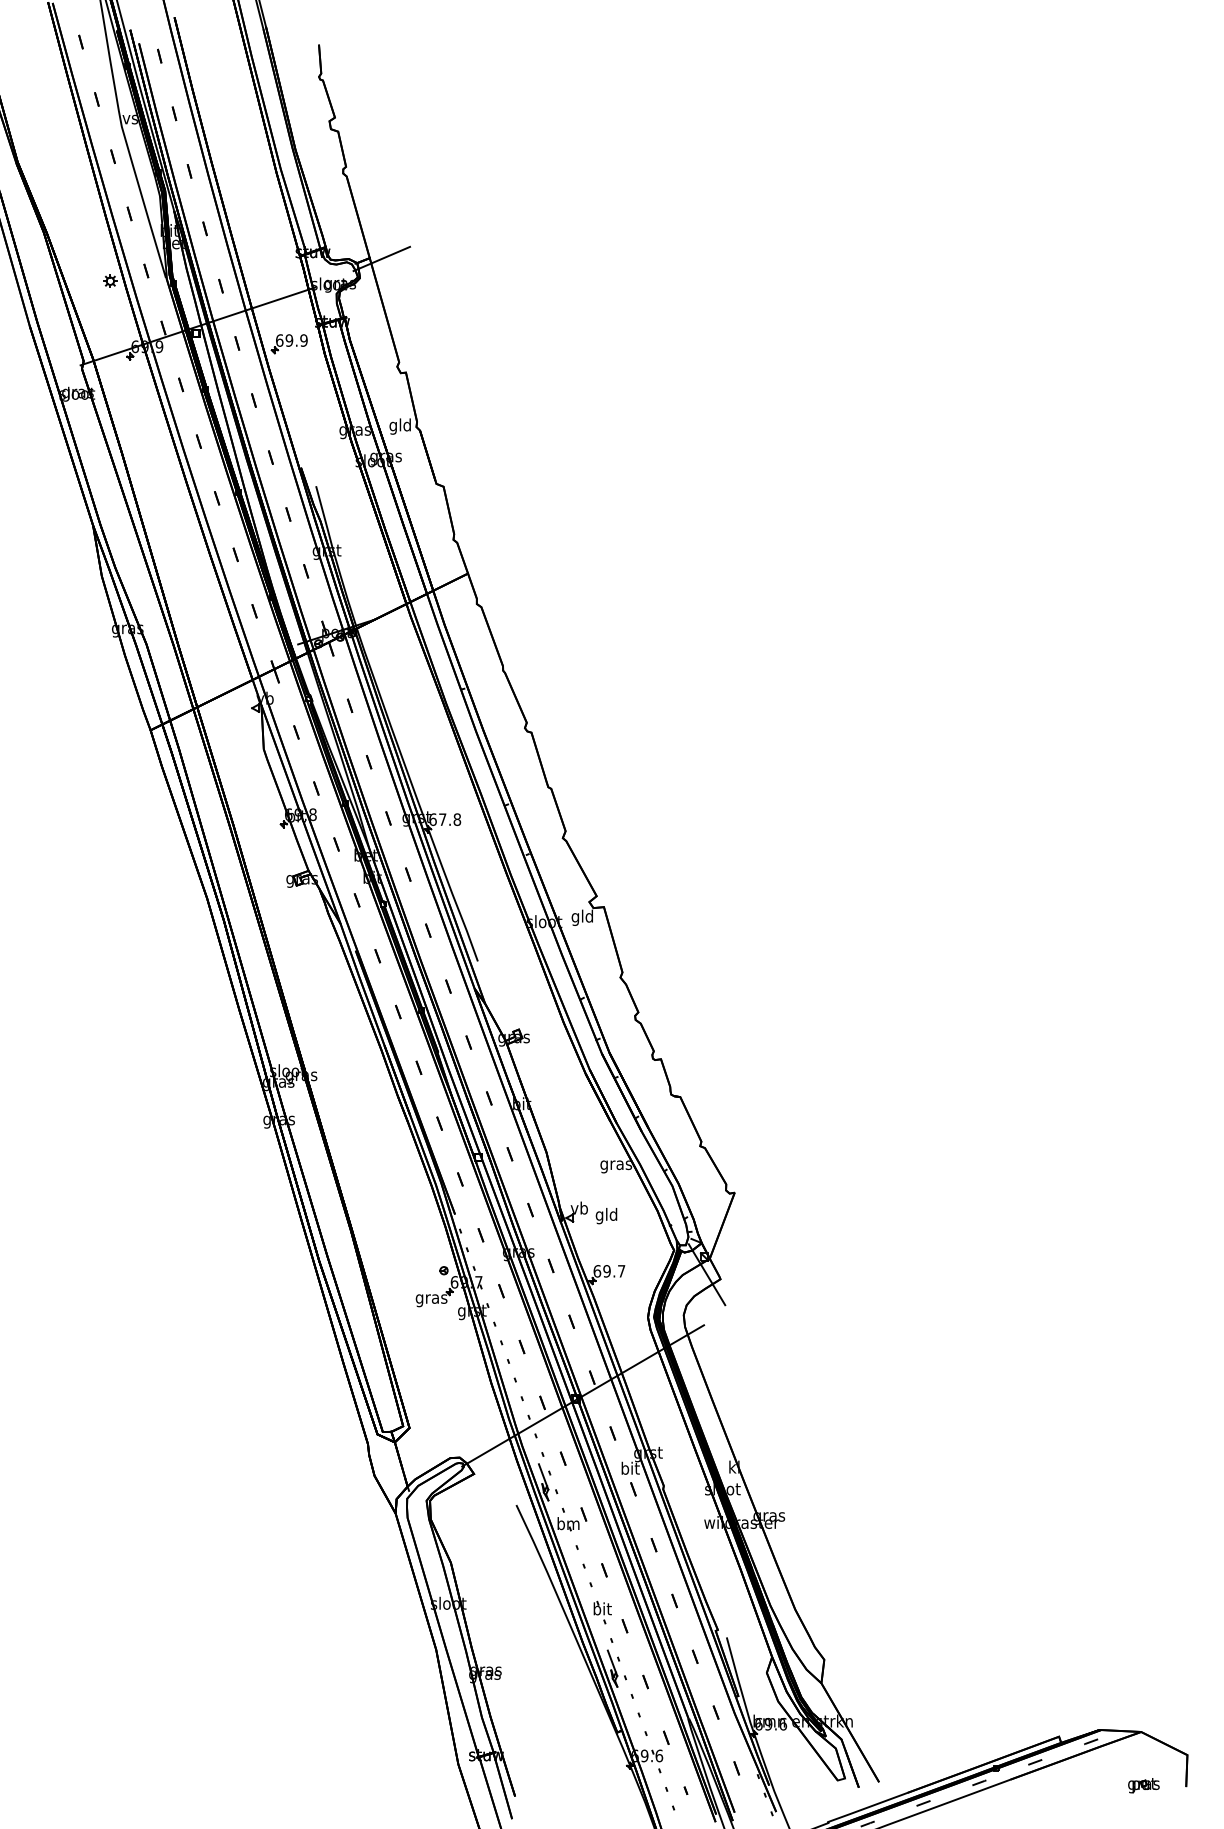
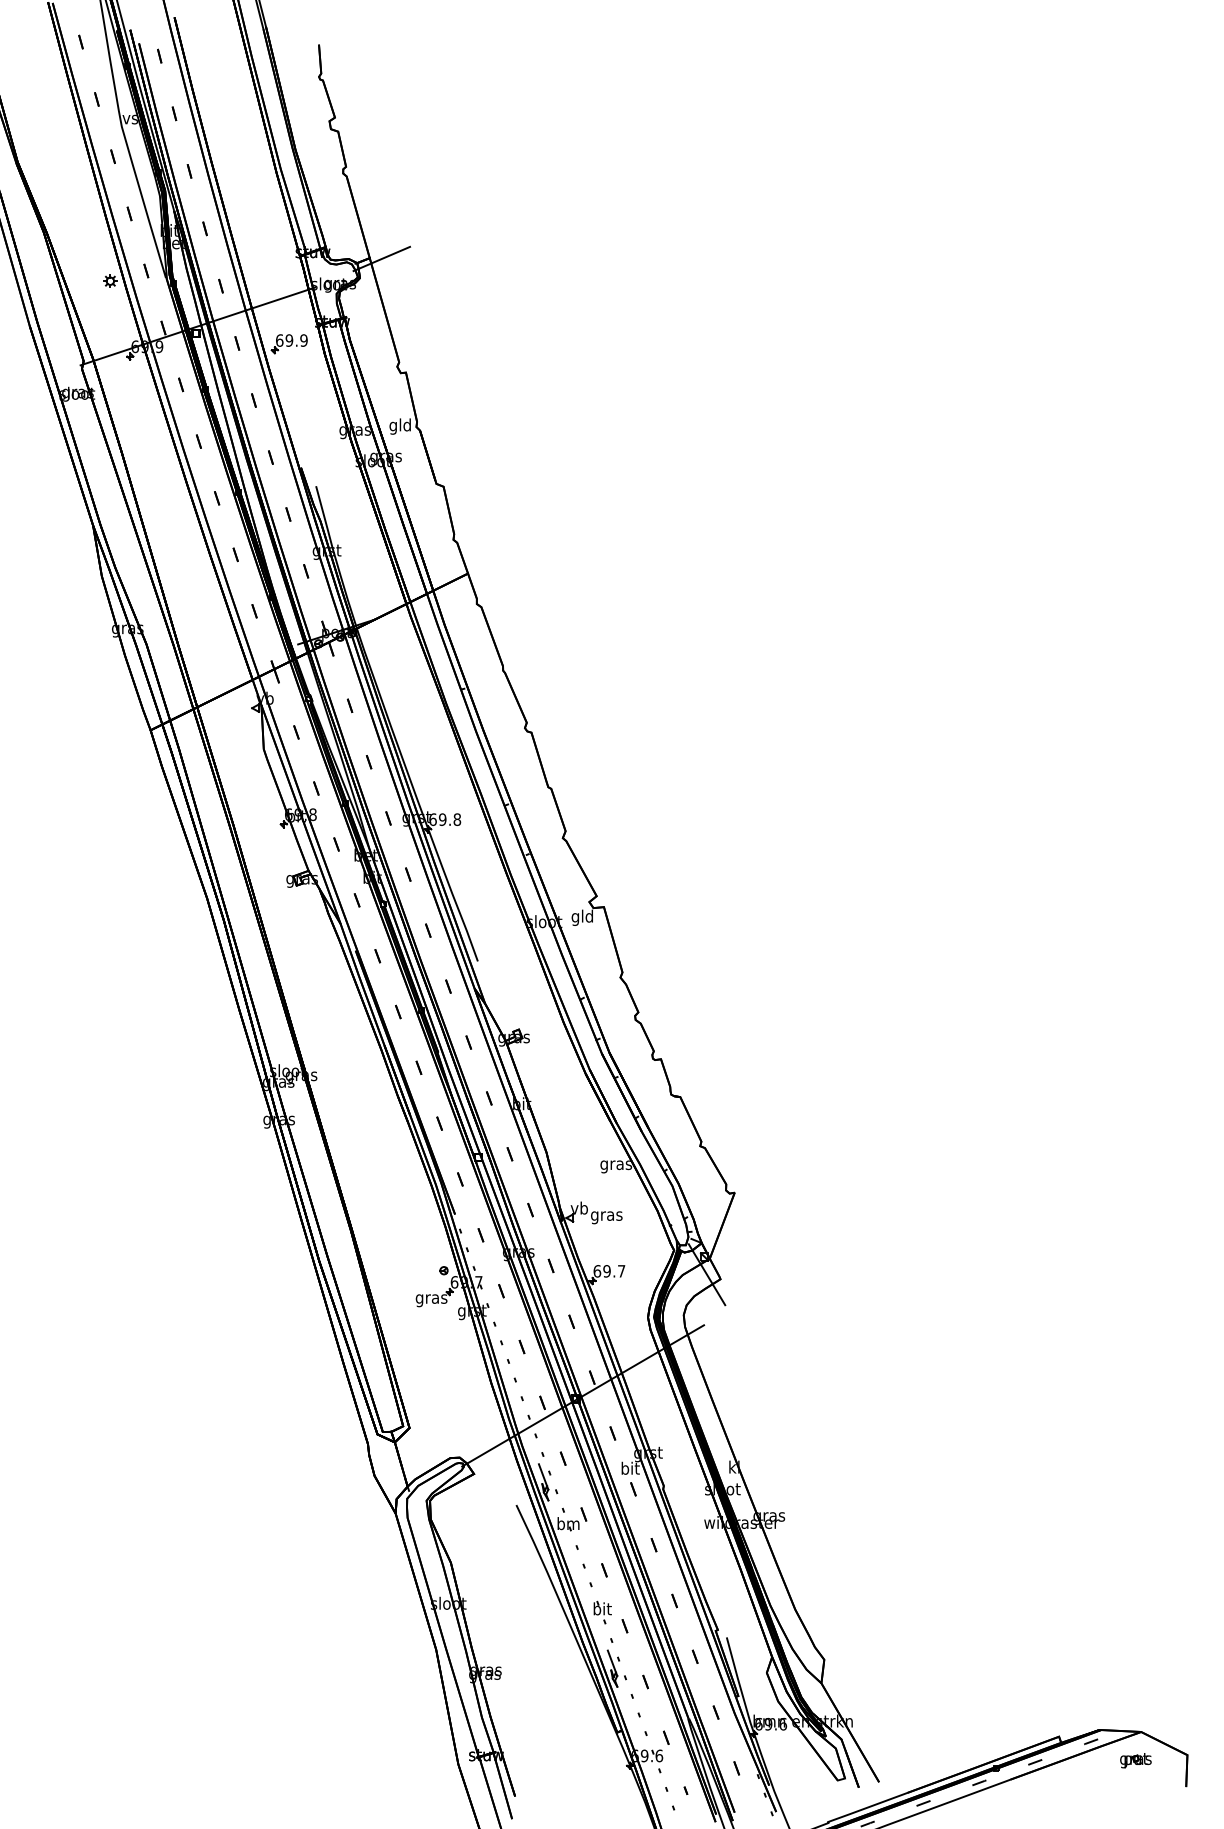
text at (442, 819): 67.8 -> 69.8
text at (606, 1215): gld -> gras
part at (1143, 1785) position: (1143, 1785) -> (1135, 1760)
